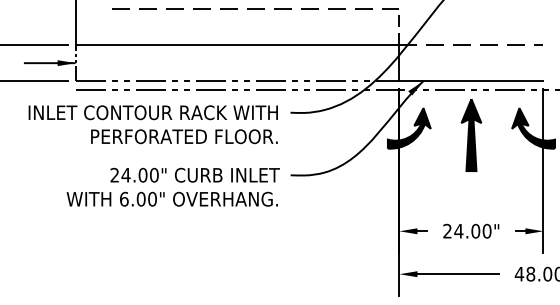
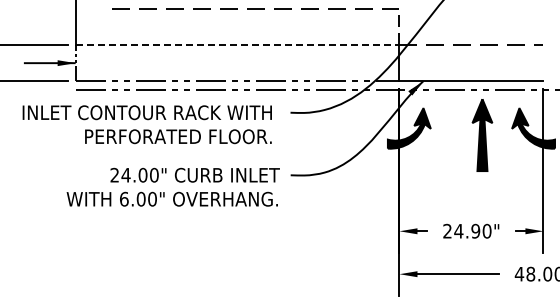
line at (237, 45): solid -> dashed
text at (152, 124) position: (152, 124) -> (146, 124)
part at (471, 135) position: (471, 135) -> (482, 135)
text at (475, 231): 24.00" -> 24.90"
